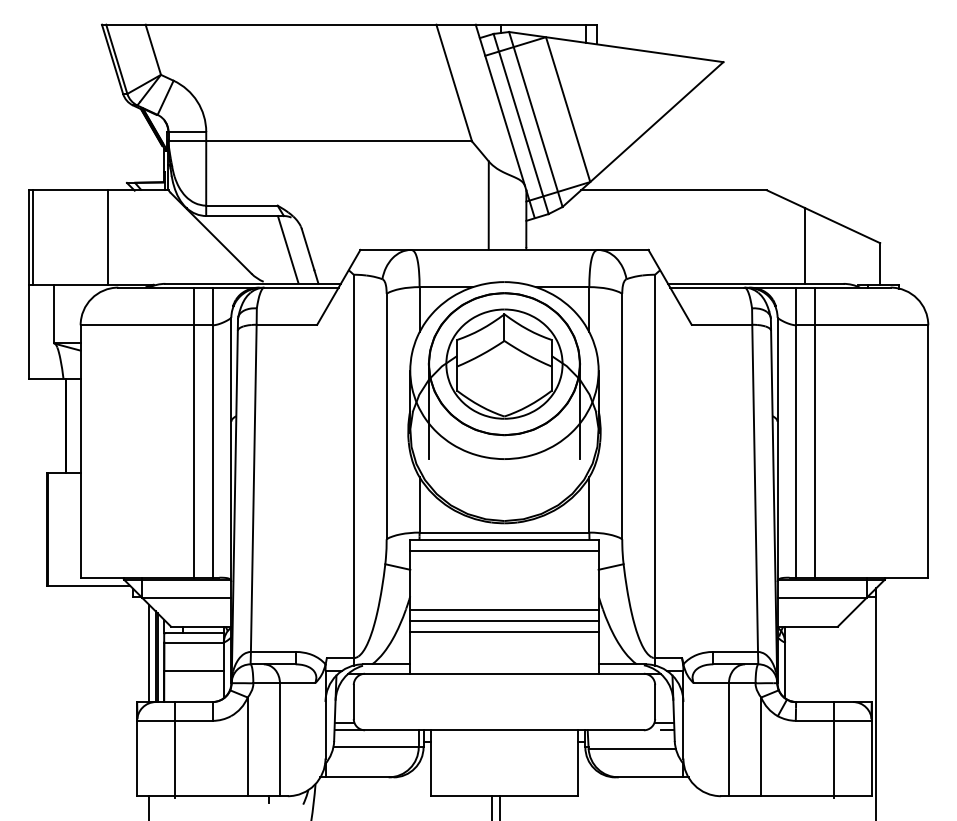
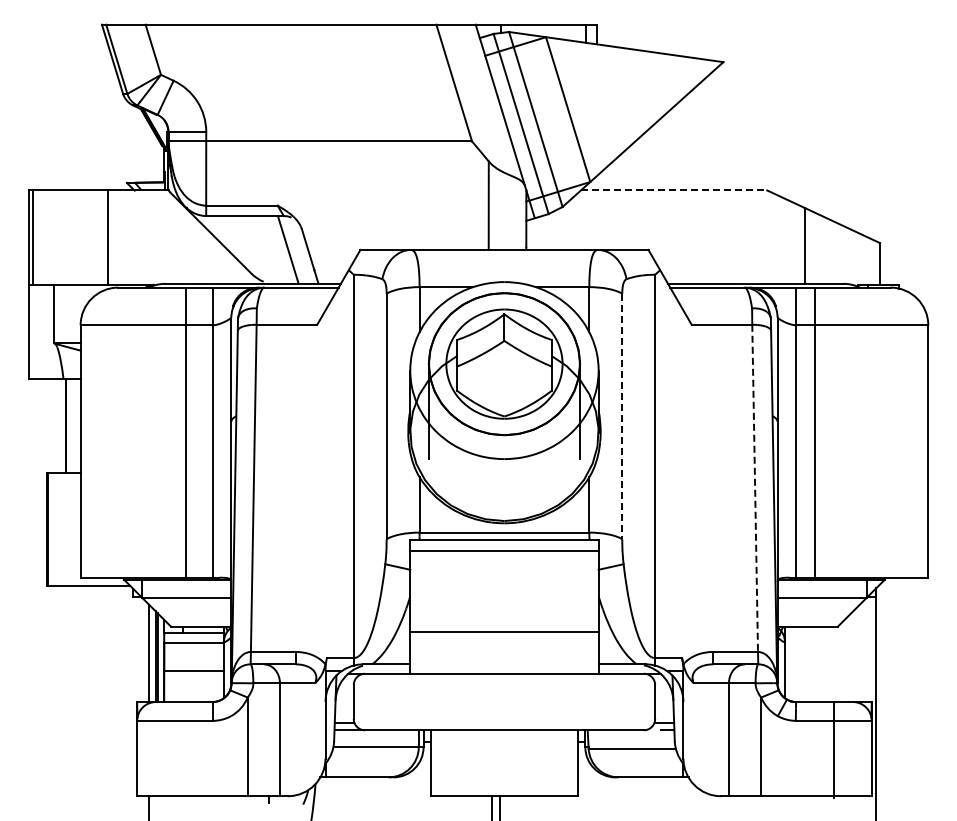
line at (674, 190): solid -> dashed
line at (622, 416): solid -> dashed
line at (193, 432) position: (193, 432) -> (185, 432)
line at (755, 488): solid -> dashed
line at (504, 609): present -> none
line at (504, 621): present -> none
line at (174, 750): present -> none
